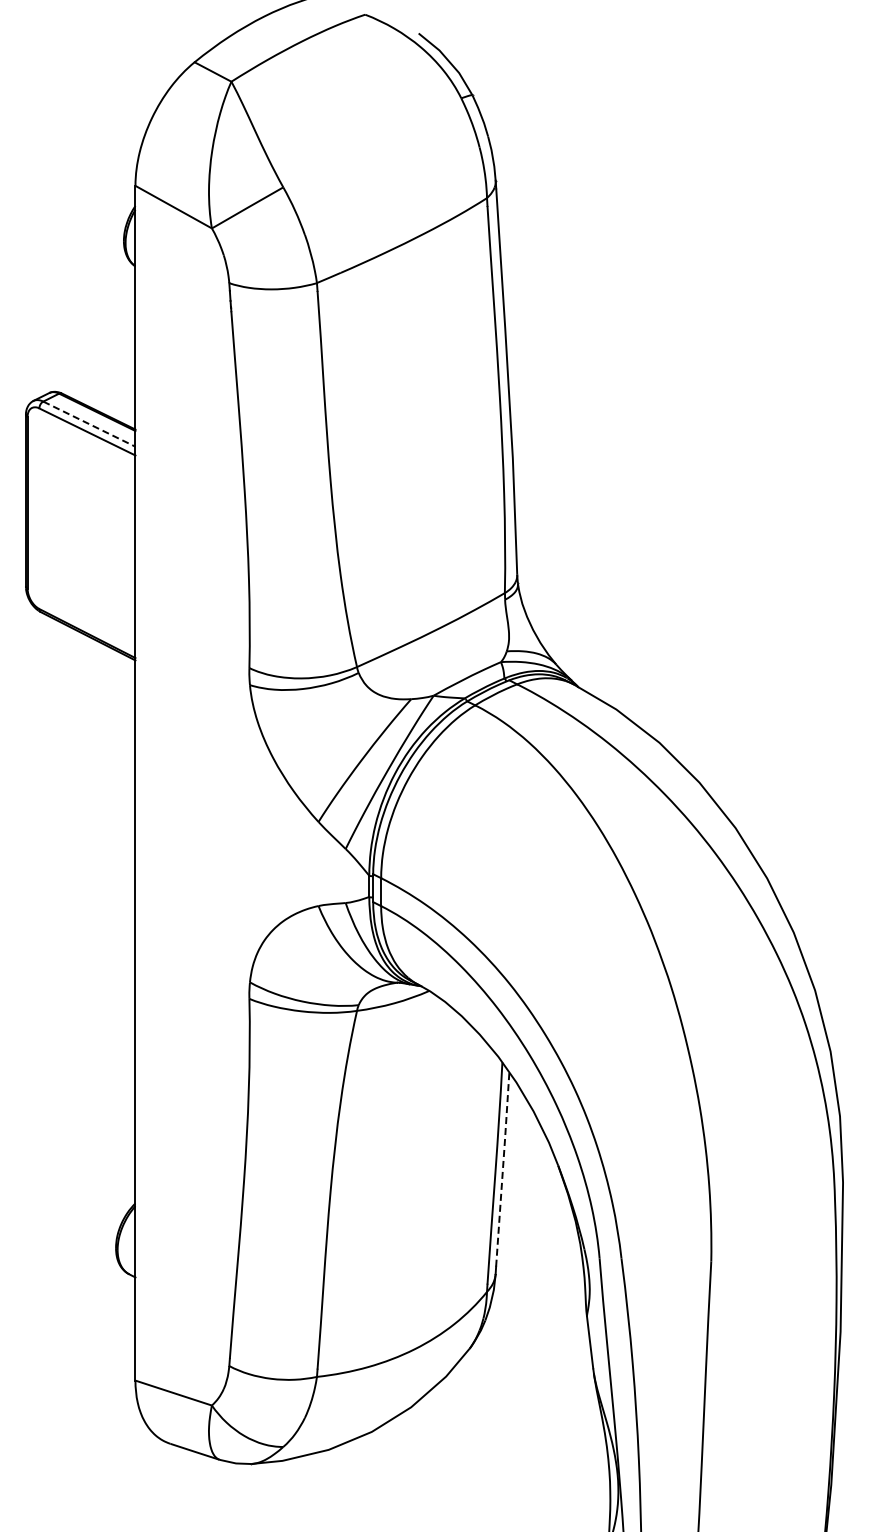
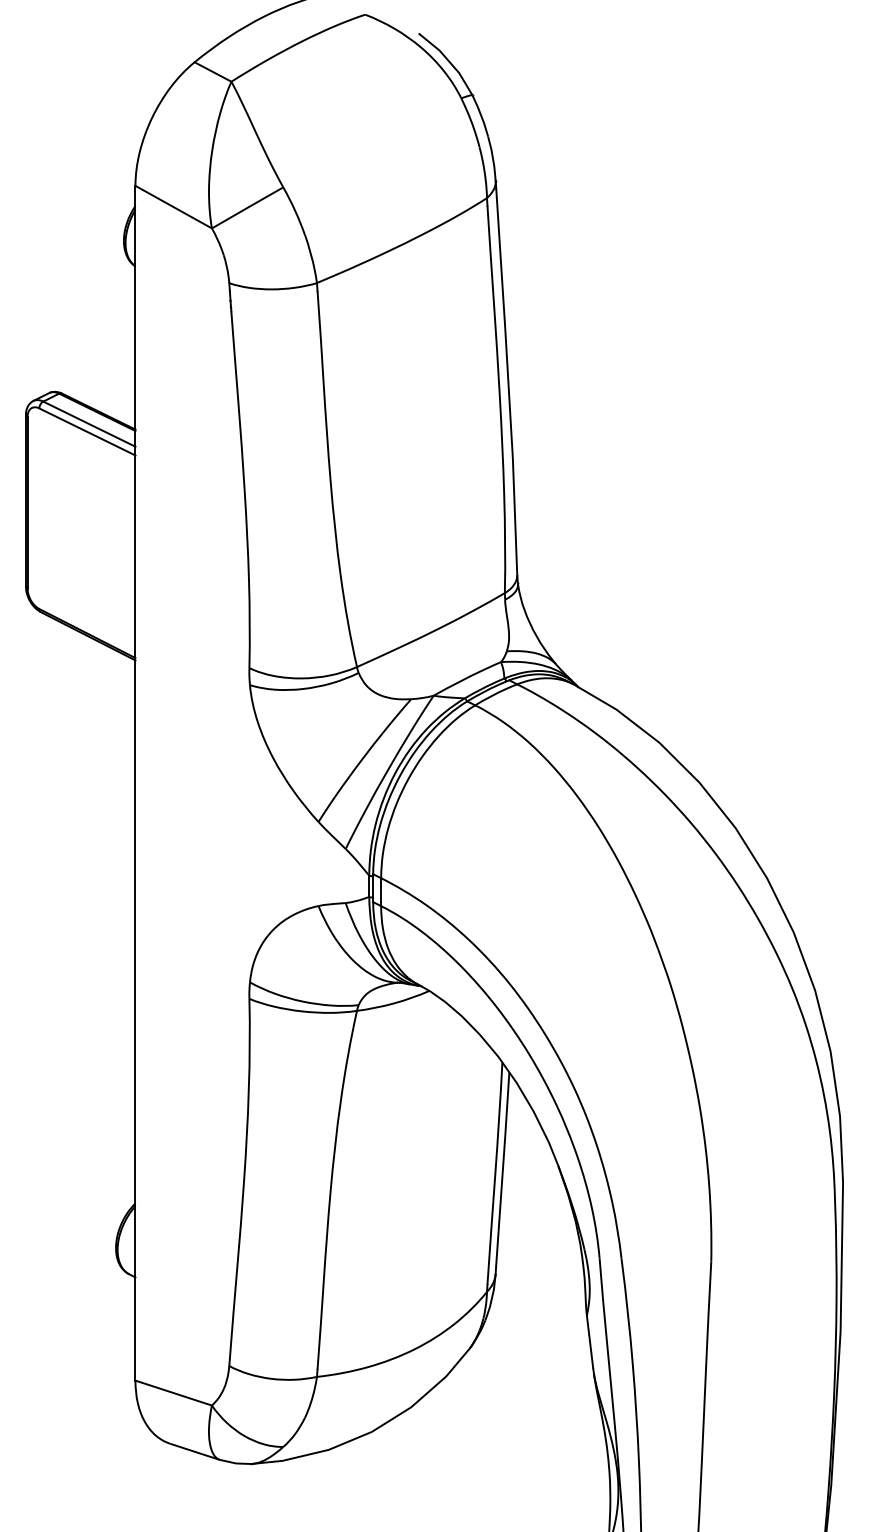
line at (89, 424): dashed -> solid
line at (502, 1168): dashed -> solid
